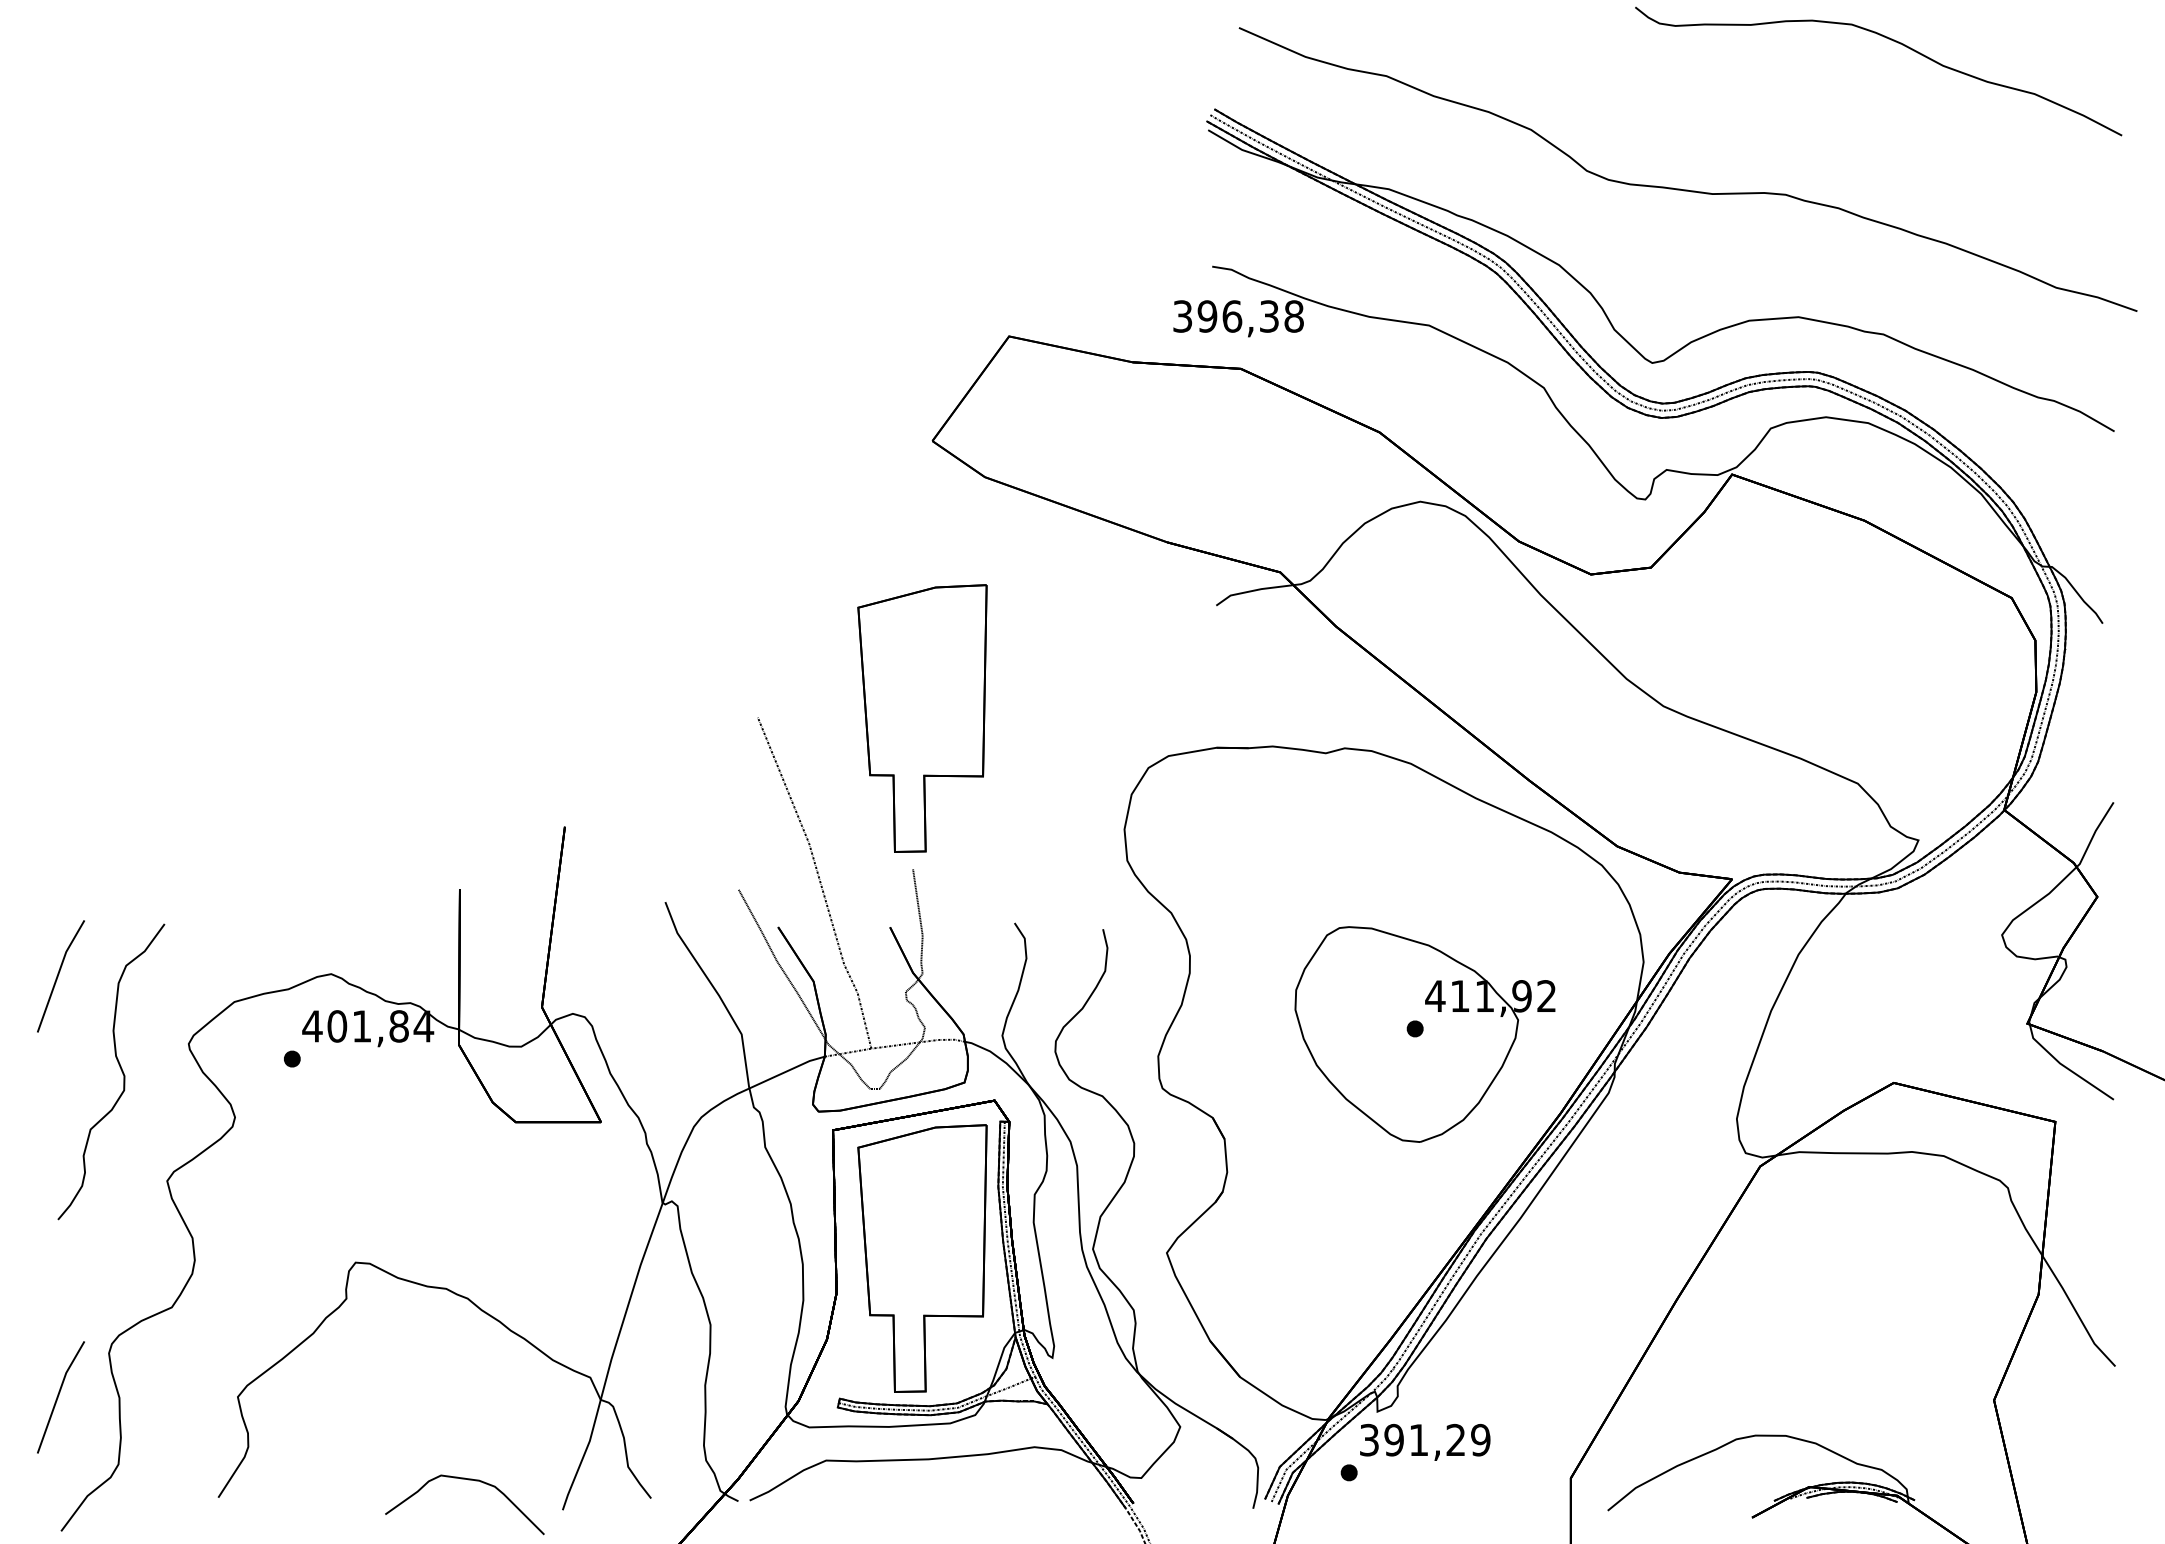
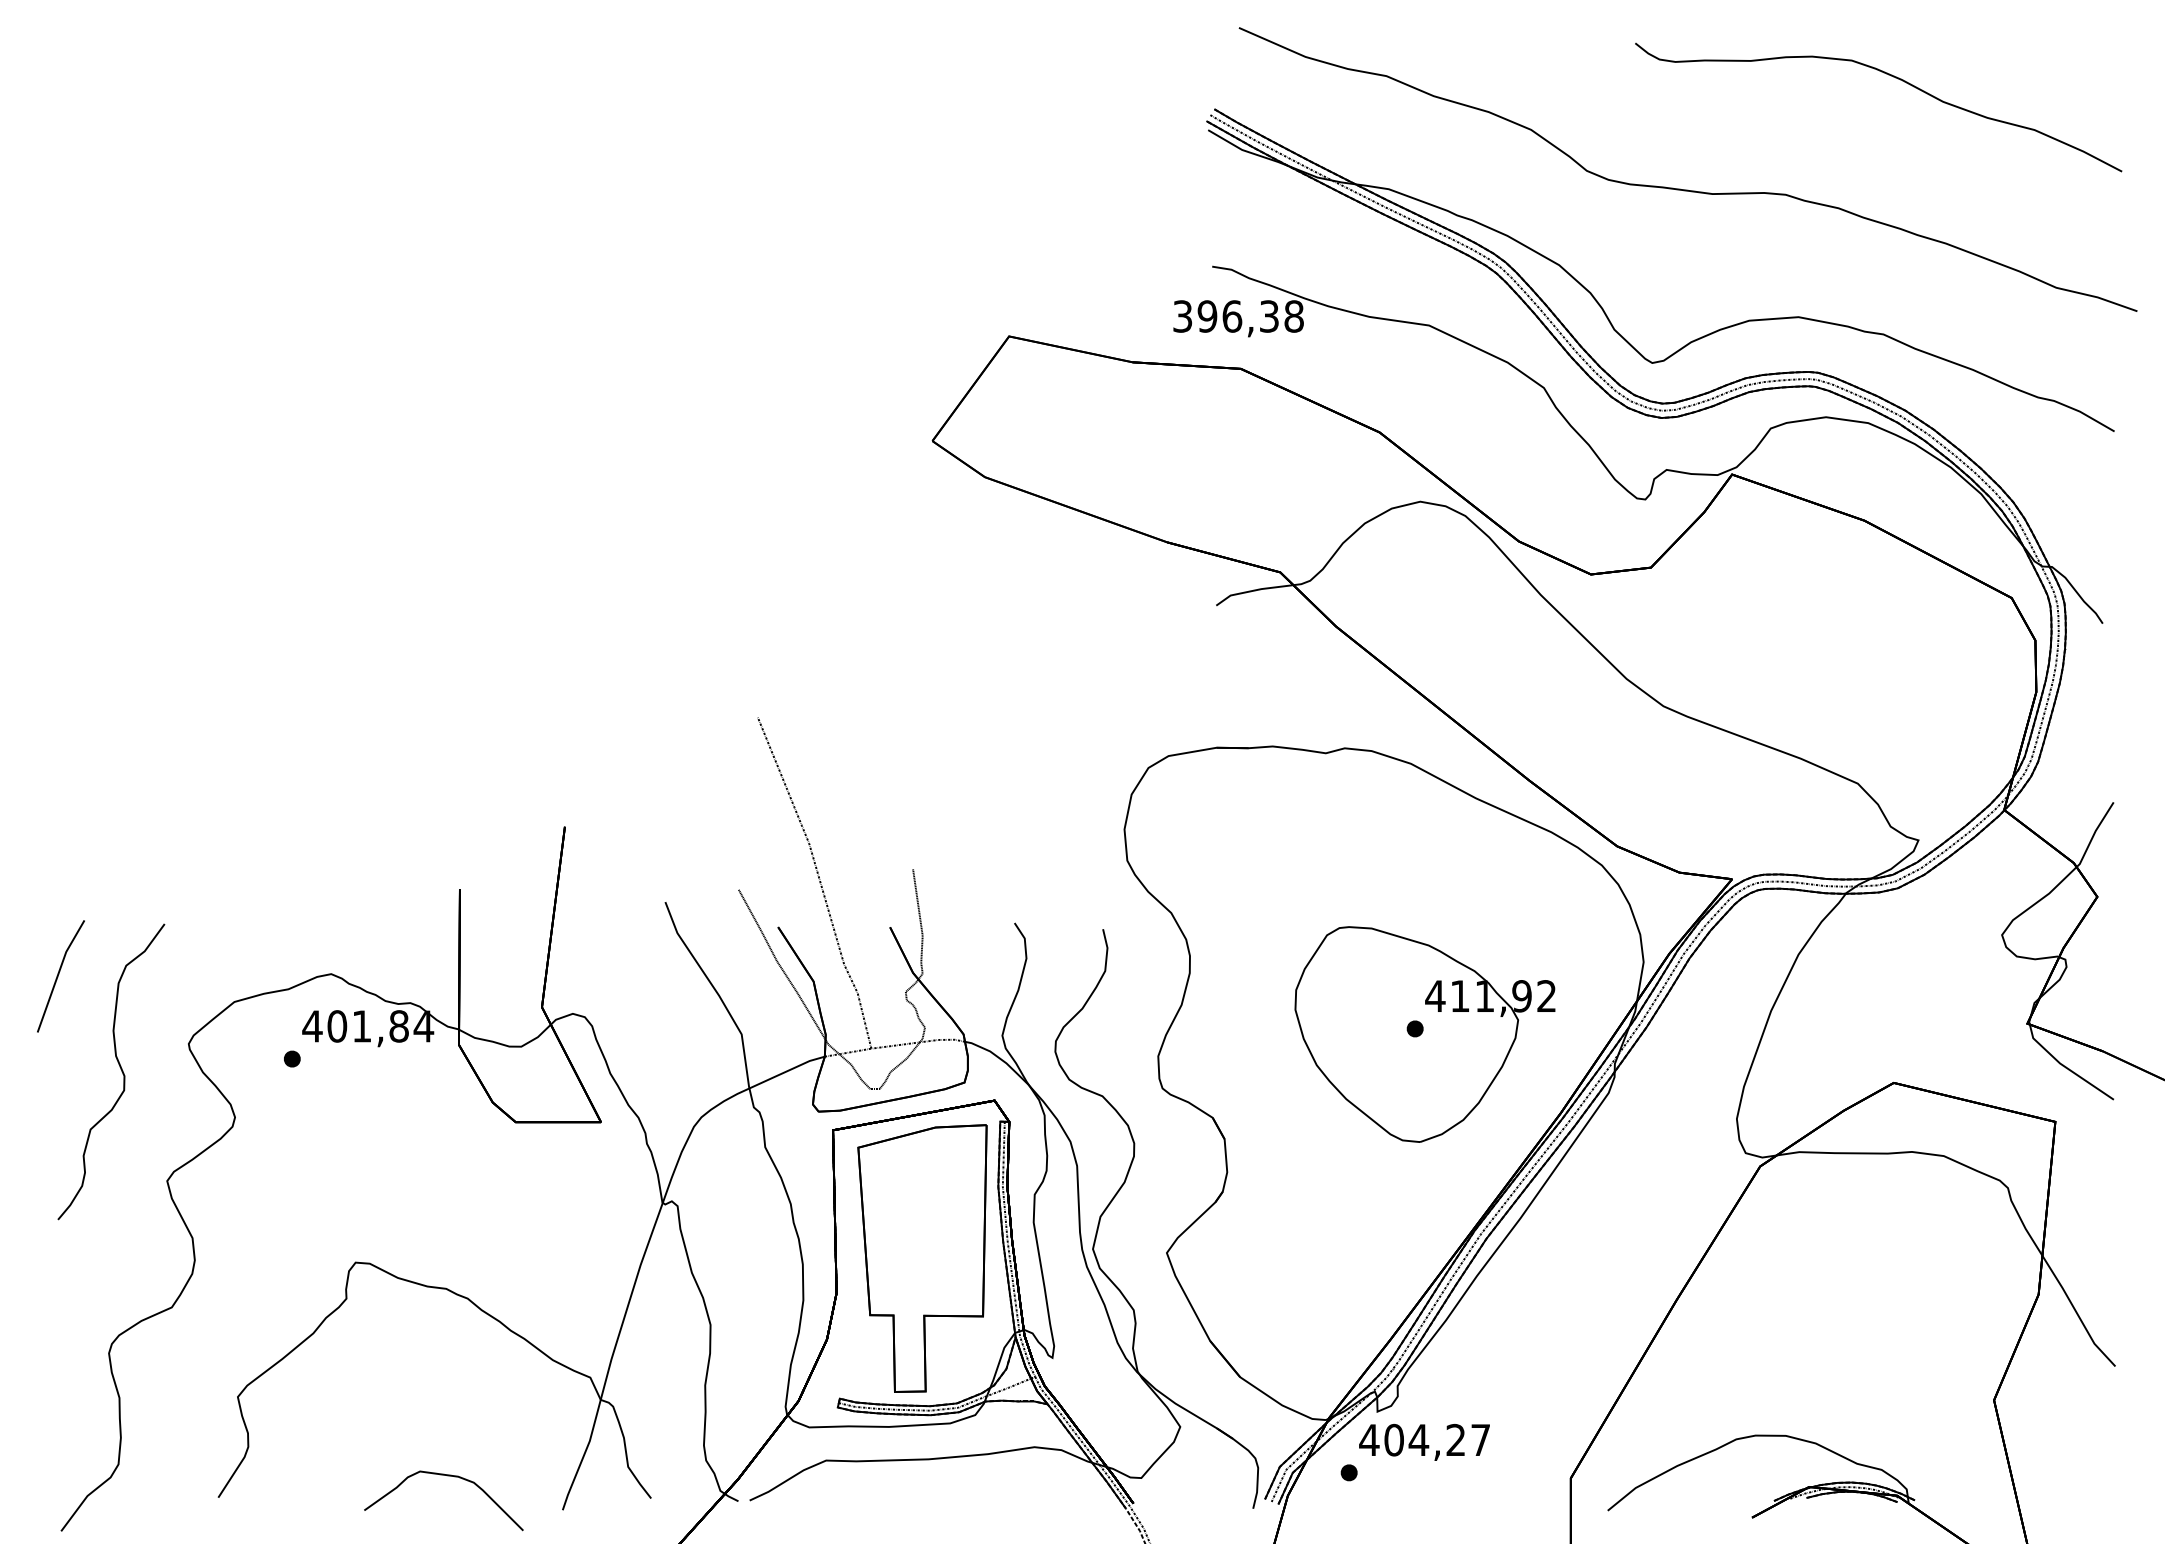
curve at (1888, 39) position: (1888, 39) -> (1888, 75)
part at (922, 718): present -> none
line at (58, 1397): present -> none
text at (1424, 1439): 391,29 -> 404,27
curve at (468, 1480) position: (468, 1480) -> (447, 1476)
